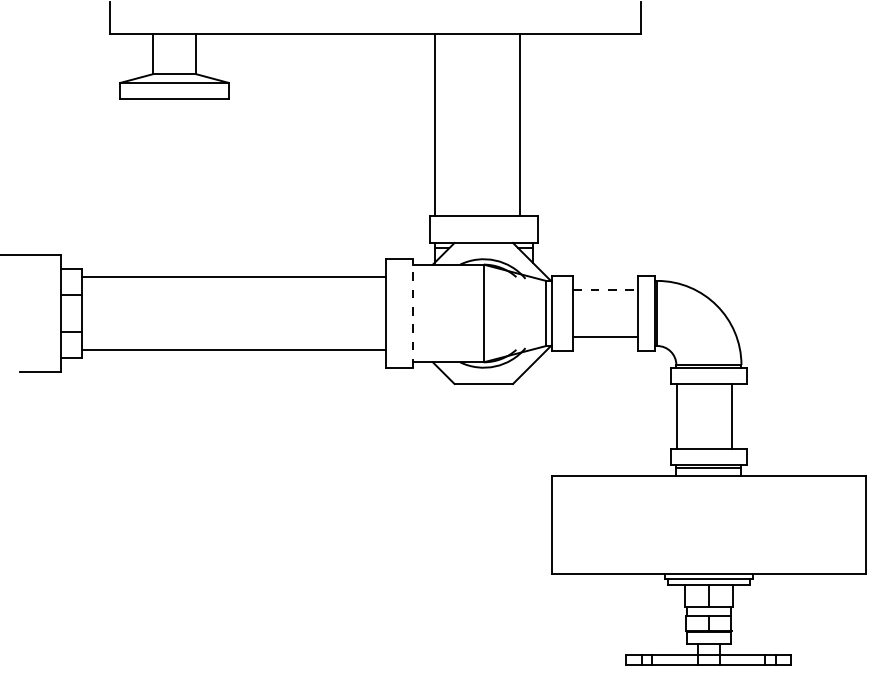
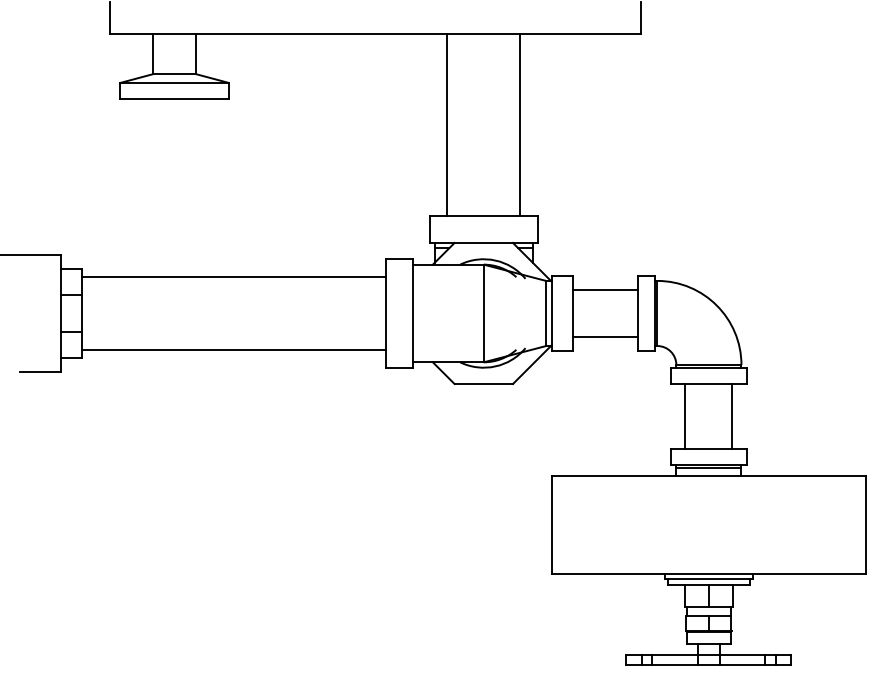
line at (435, 124) position: (435, 124) -> (447, 124)
line at (605, 290): dashed -> solid
line at (413, 312): dashed -> solid
line at (677, 416) position: (677, 416) -> (685, 416)
